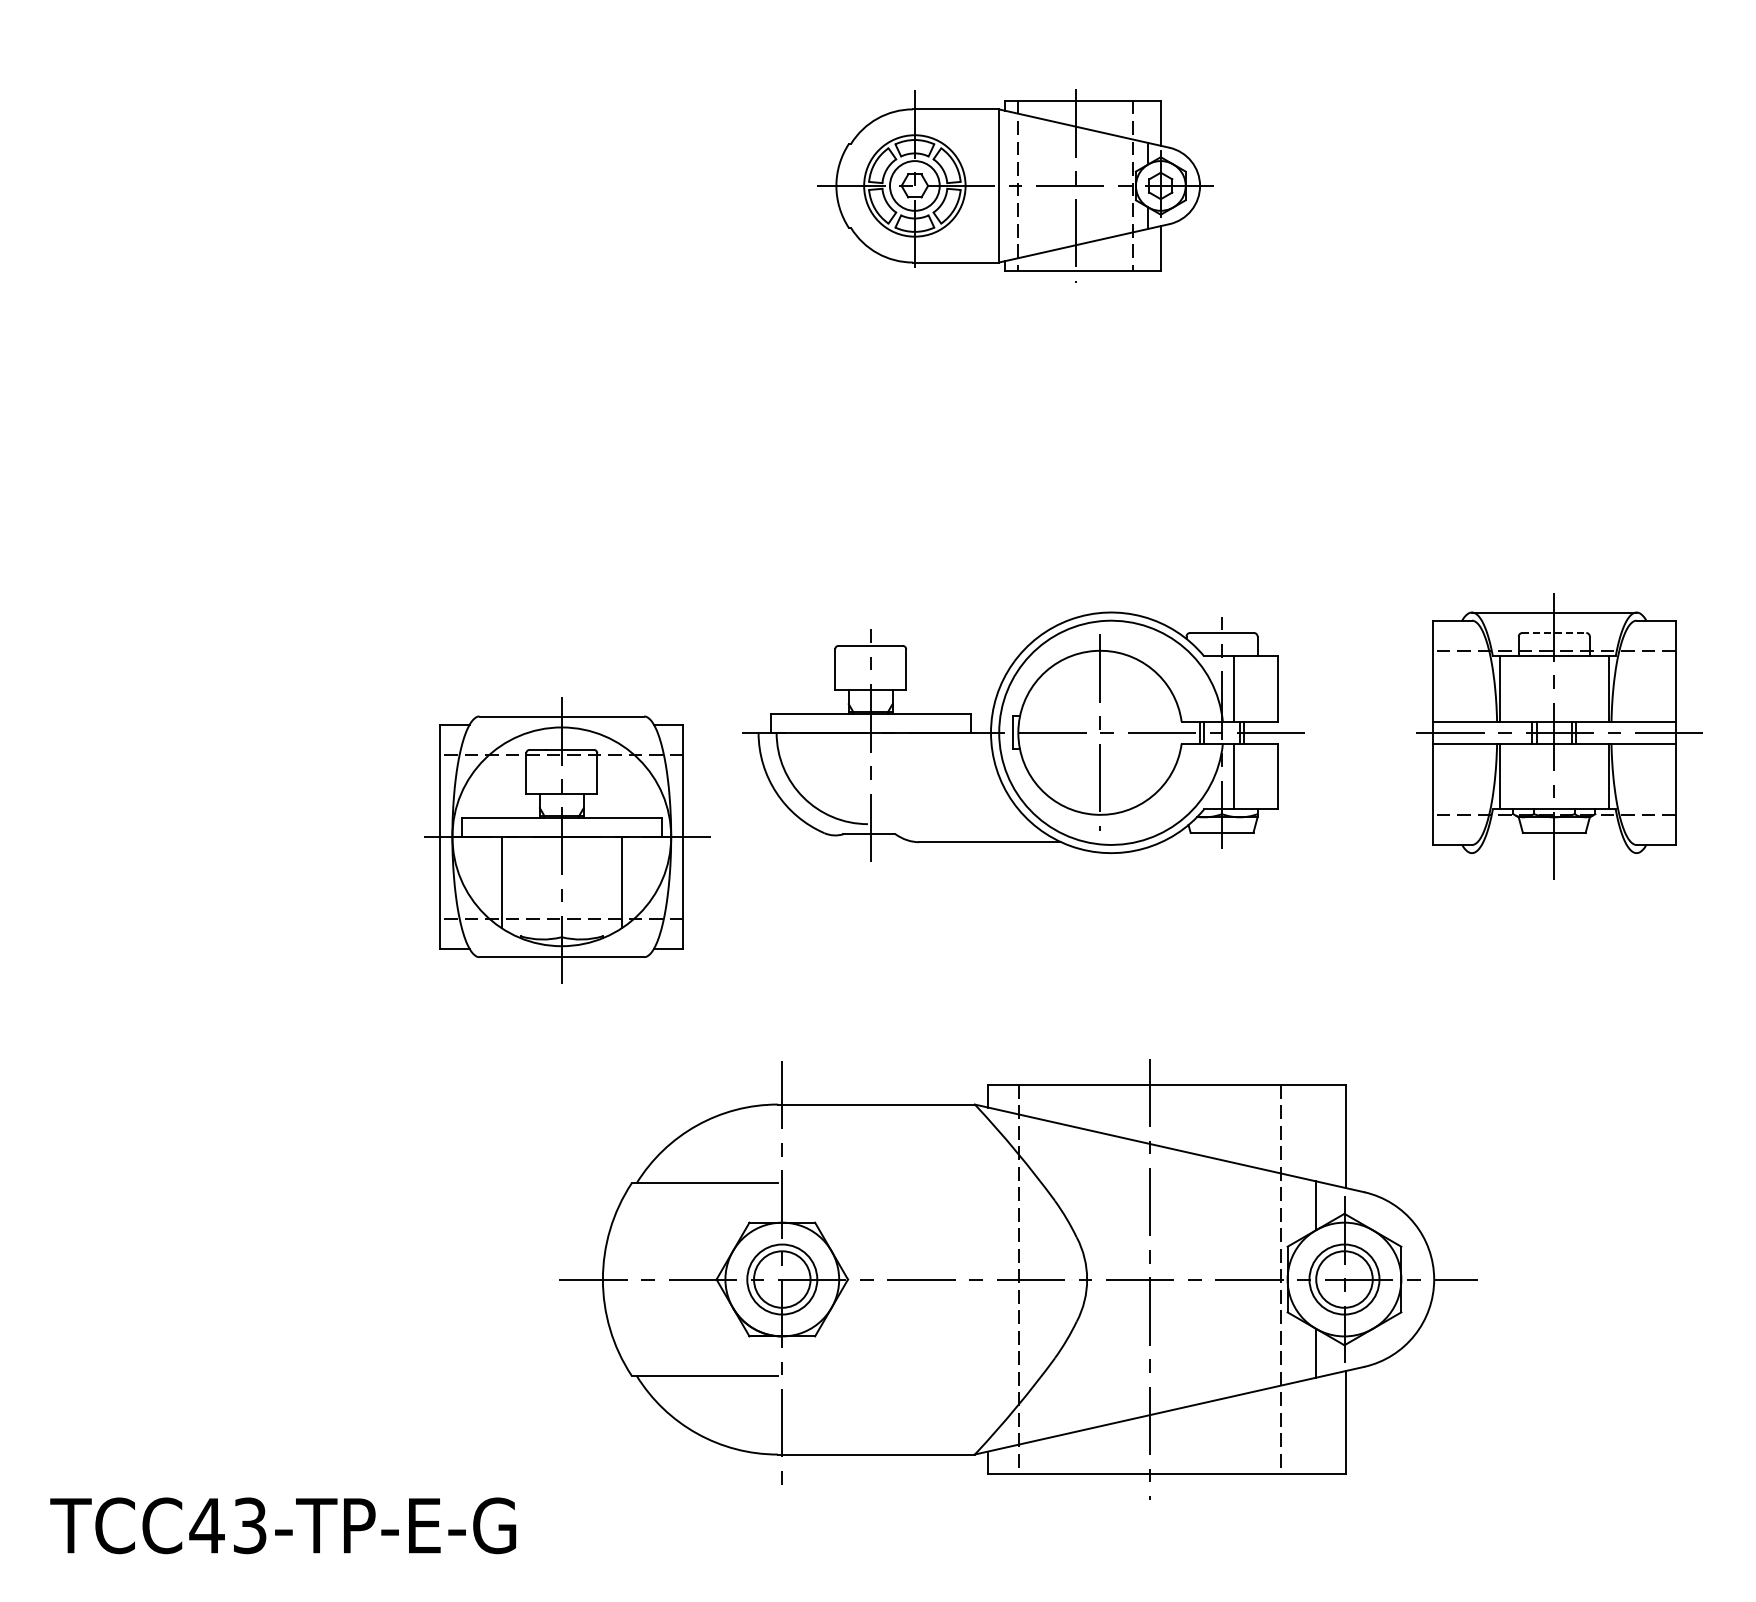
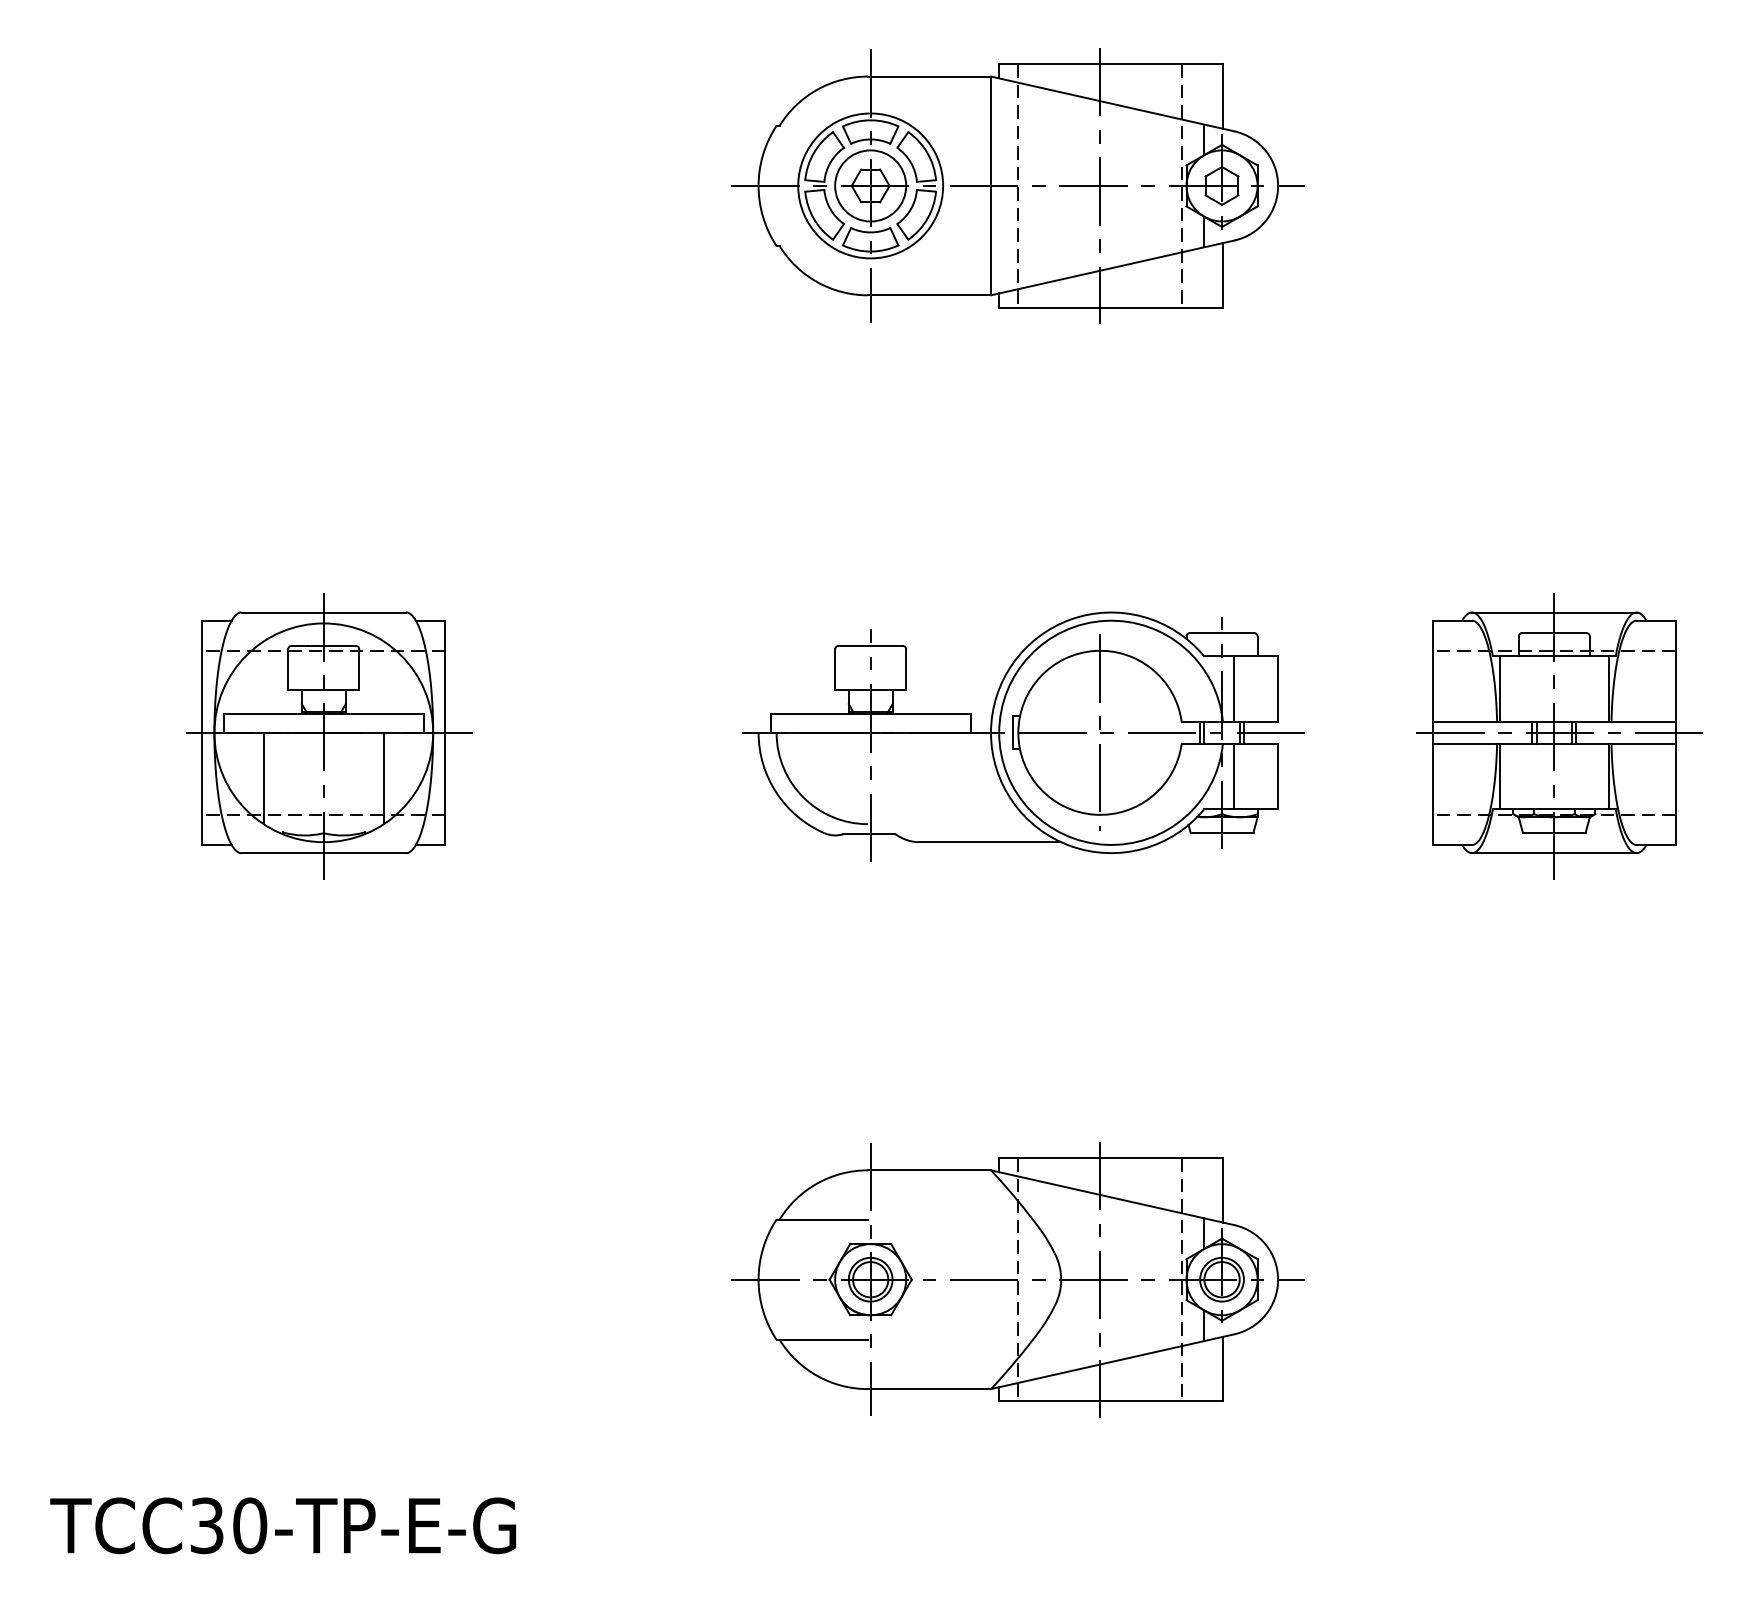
part at (1015, 185) size: 397x194 px -> 574x276 px
line at (1554, 633): dashed -> solid
part at (567, 840) position: (567, 840) -> (329, 736)
line at (1553, 853): none -> present
part at (1018, 1279) size: 919x441 px -> 574x276 px
text at (228, 1525): TCC43-TP-E-G -> TCC30-TP-E-G
